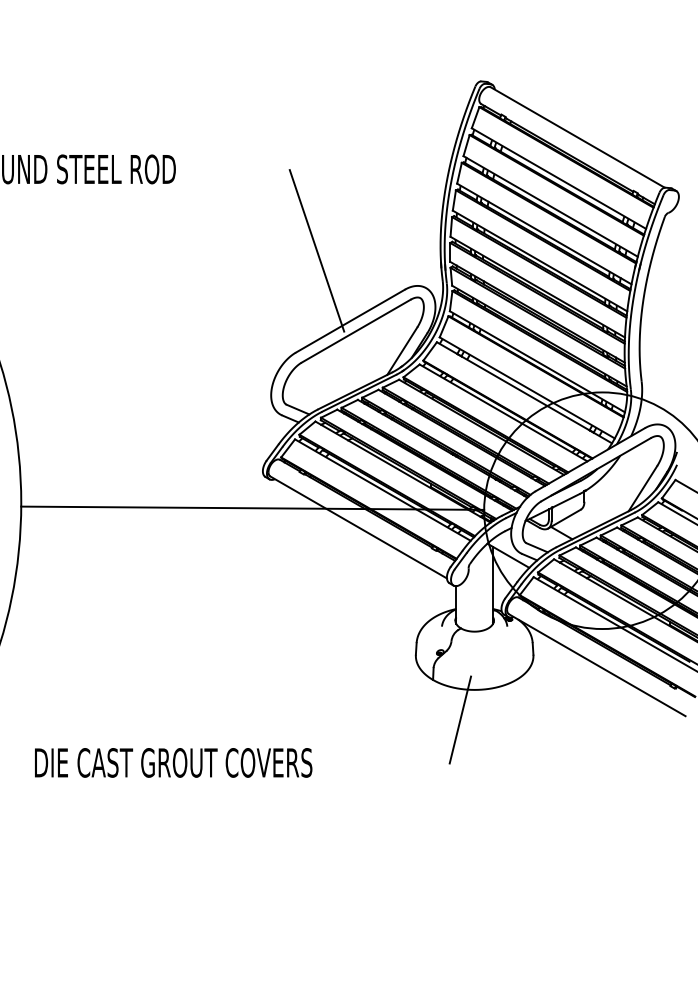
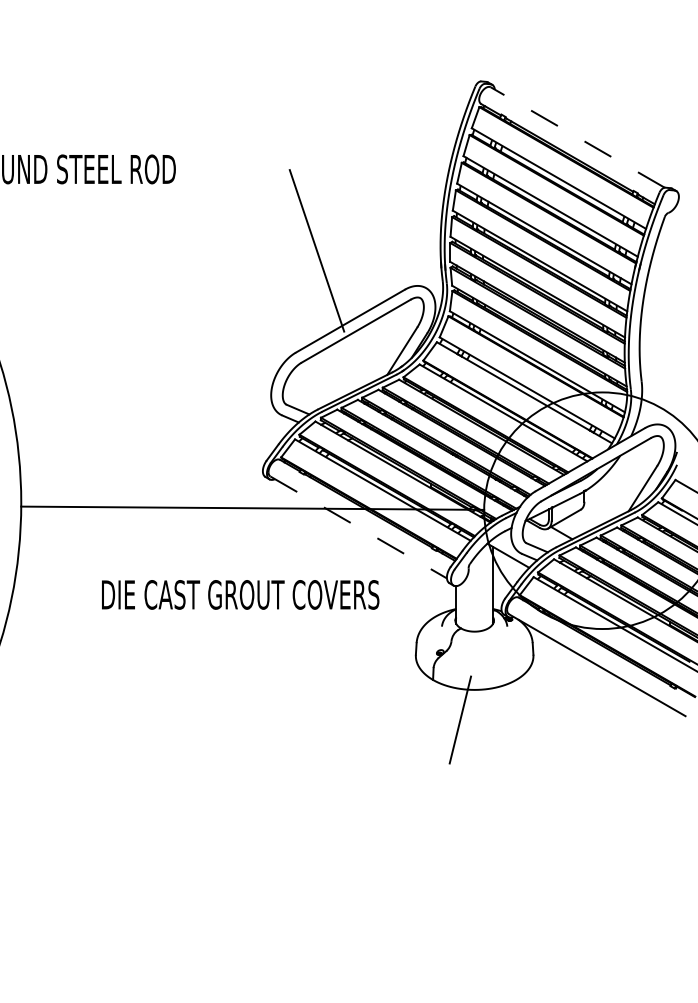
line at (577, 137): solid -> dashed
line at (358, 527): solid -> dashed
text at (173, 762) position: (173, 762) -> (240, 594)
